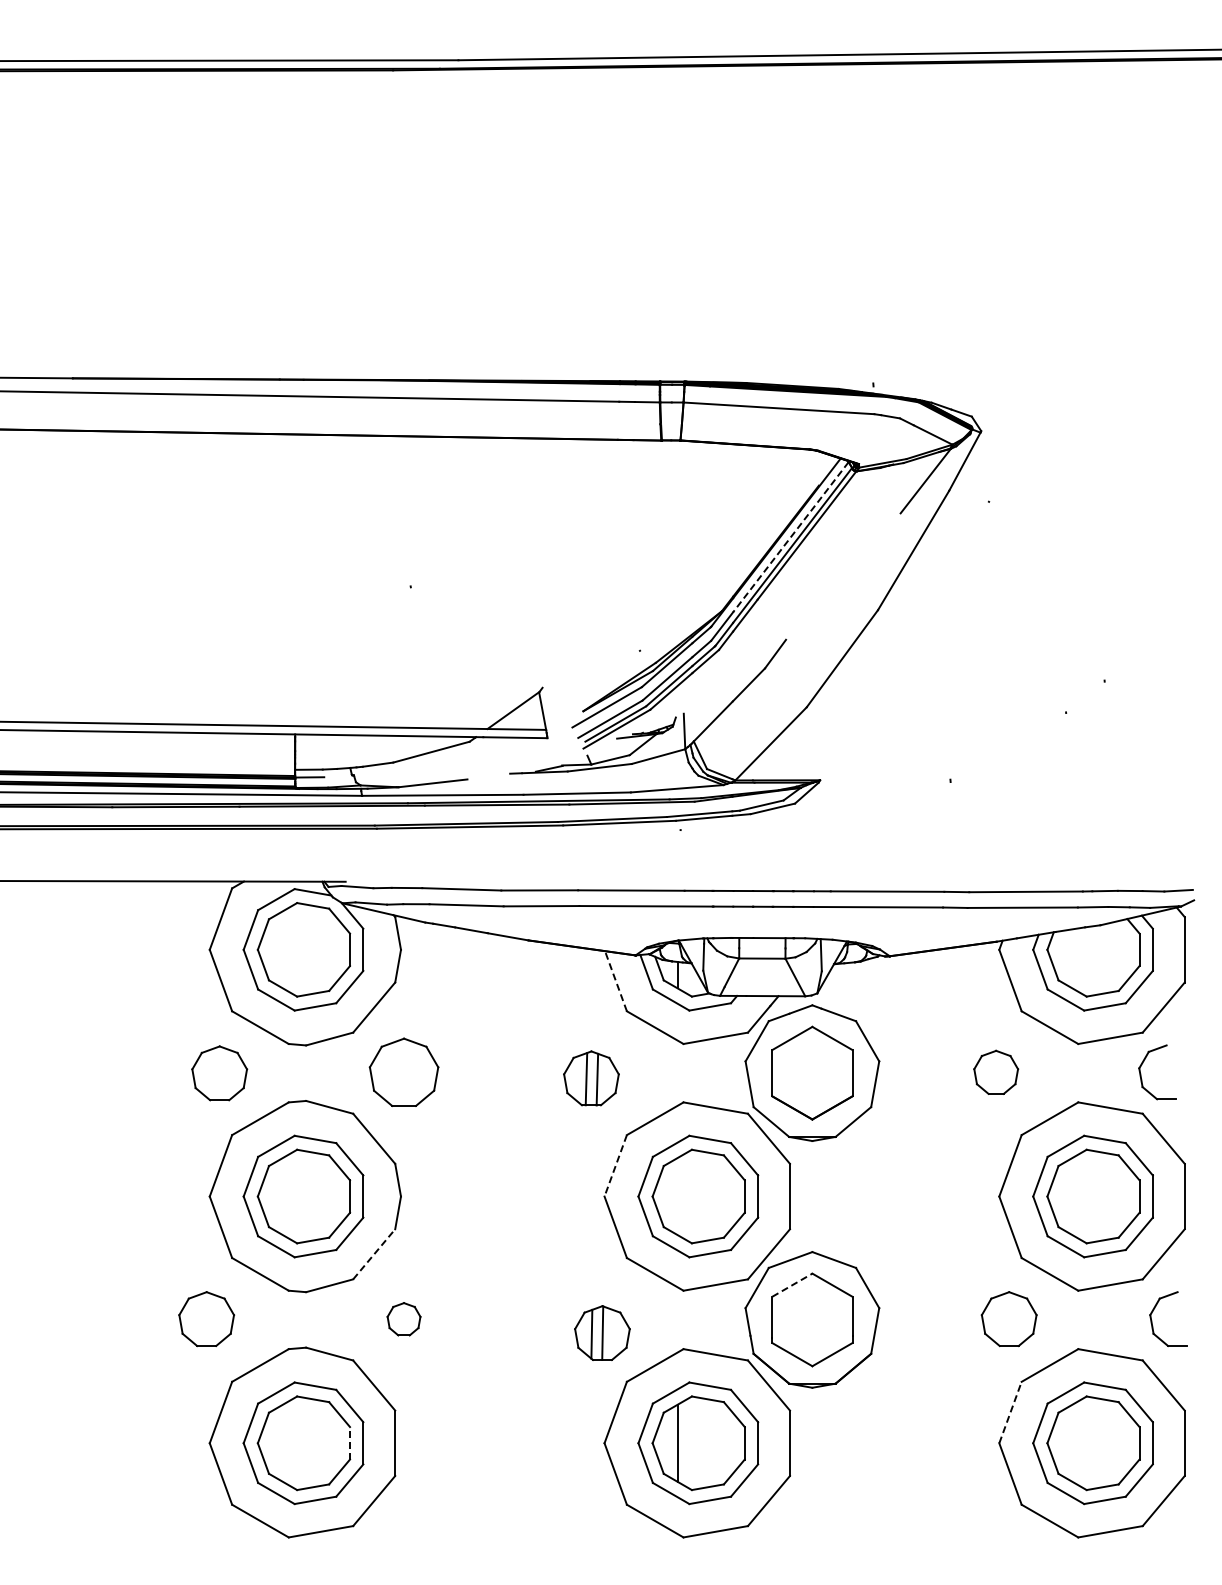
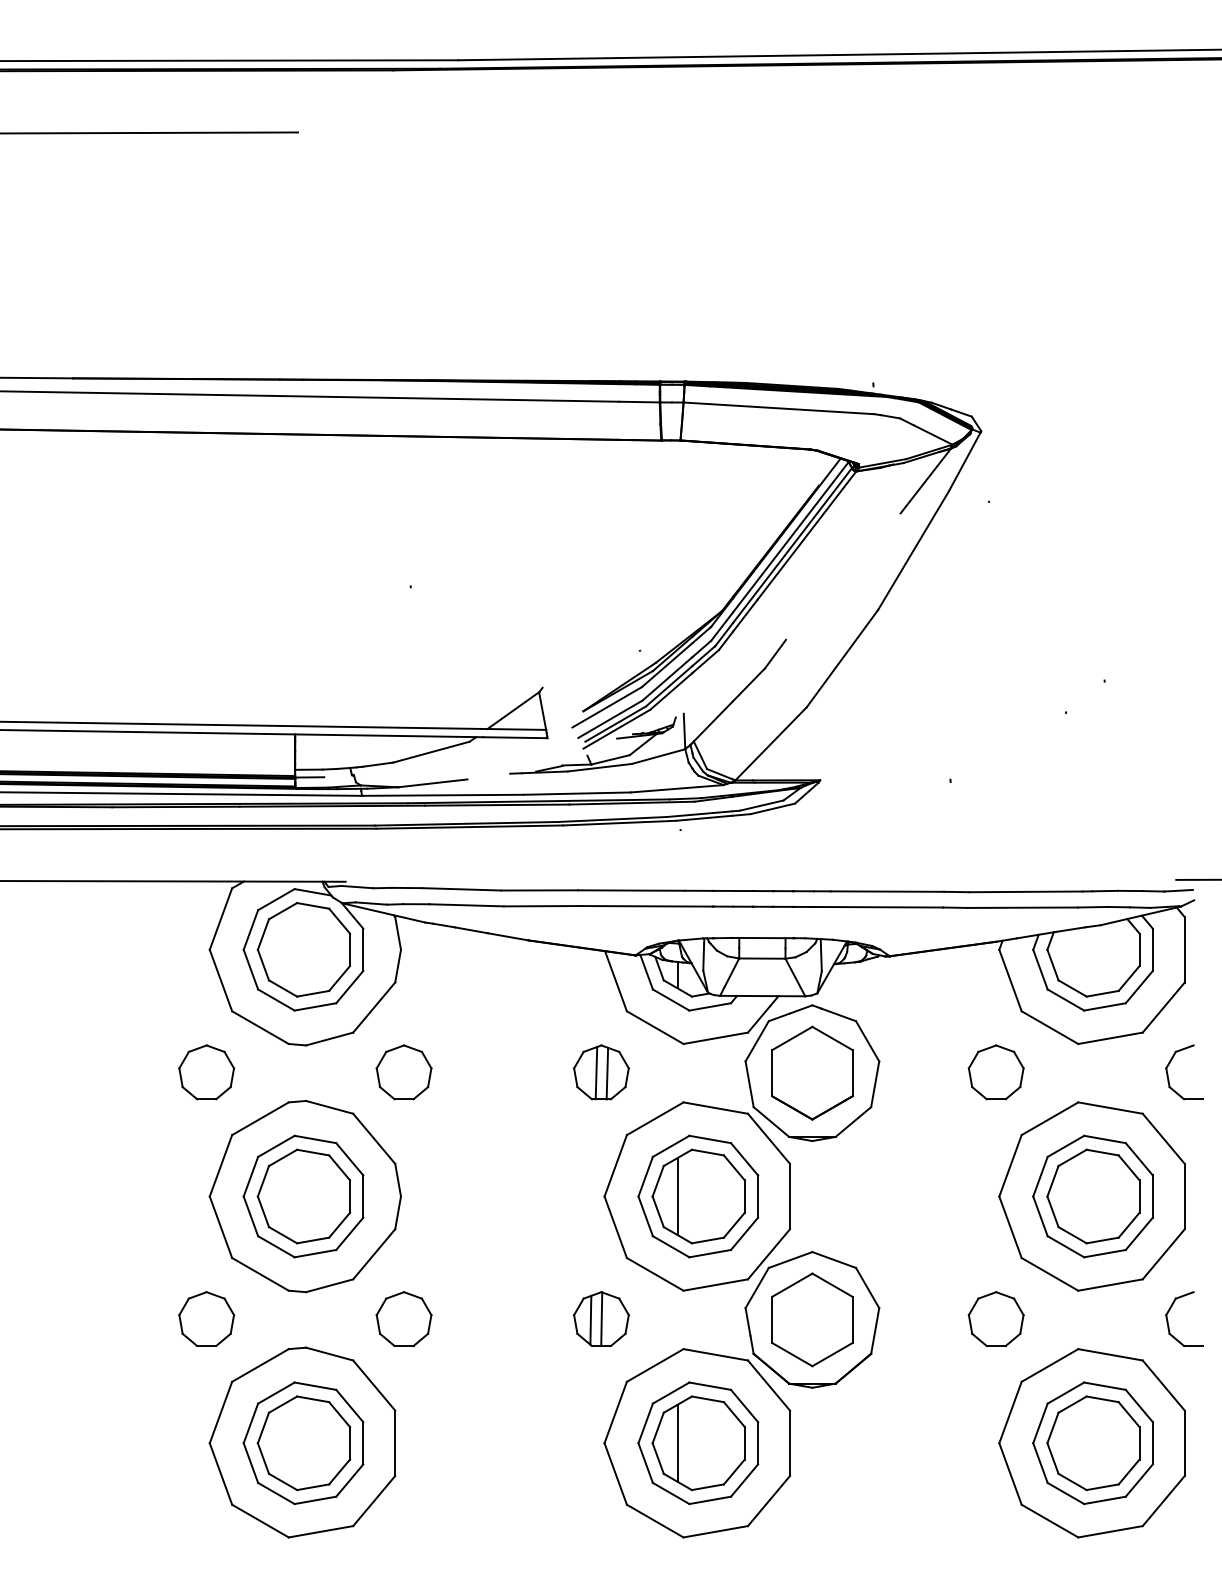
line at (150, 132): none -> present
line at (790, 537): dashed -> solid
line at (1197, 879): none -> present
line at (615, 980): dashed -> solid
part at (403, 1071) size: 72x70 px -> 58x57 px
part at (996, 1071) size: 47x46 px -> 58x57 px
part at (219, 1073) position: (219, 1073) -> (206, 1072)
part at (1141, 1073) position: (1141, 1073) -> (1168, 1073)
part at (591, 1078) position: (591, 1078) -> (601, 1072)
line at (615, 1165): dashed -> solid
line at (677, 1196): none -> present
line at (374, 1254): dashed -> solid
line at (792, 1284): dashed -> solid
part at (403, 1319) size: 36x35 px -> 58x57 px
part at (1008, 1319) position: (1008, 1319) -> (995, 1319)
part at (1152, 1320) position: (1152, 1320) -> (1168, 1320)
part at (602, 1332) position: (602, 1332) -> (601, 1318)
line at (1010, 1412): dashed -> solid
line at (350, 1442): dashed -> solid
